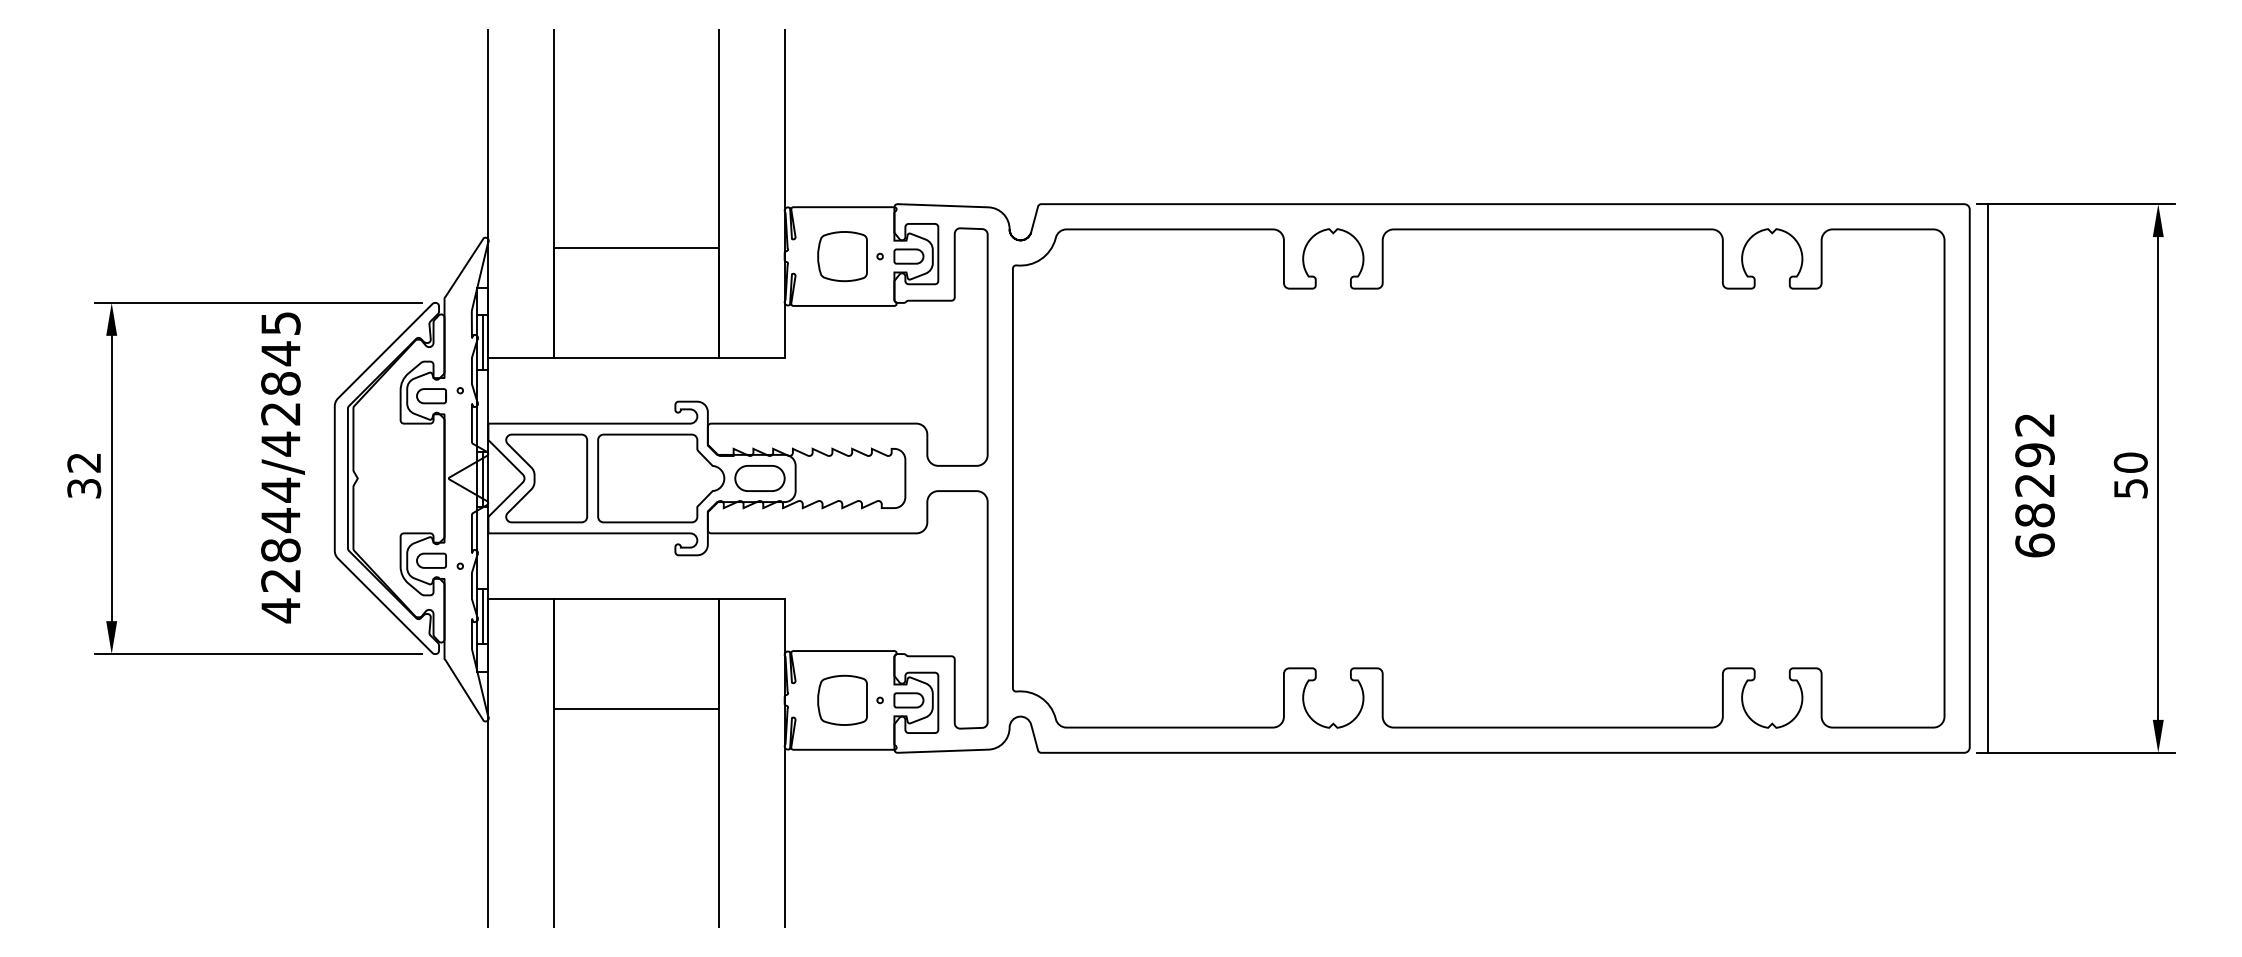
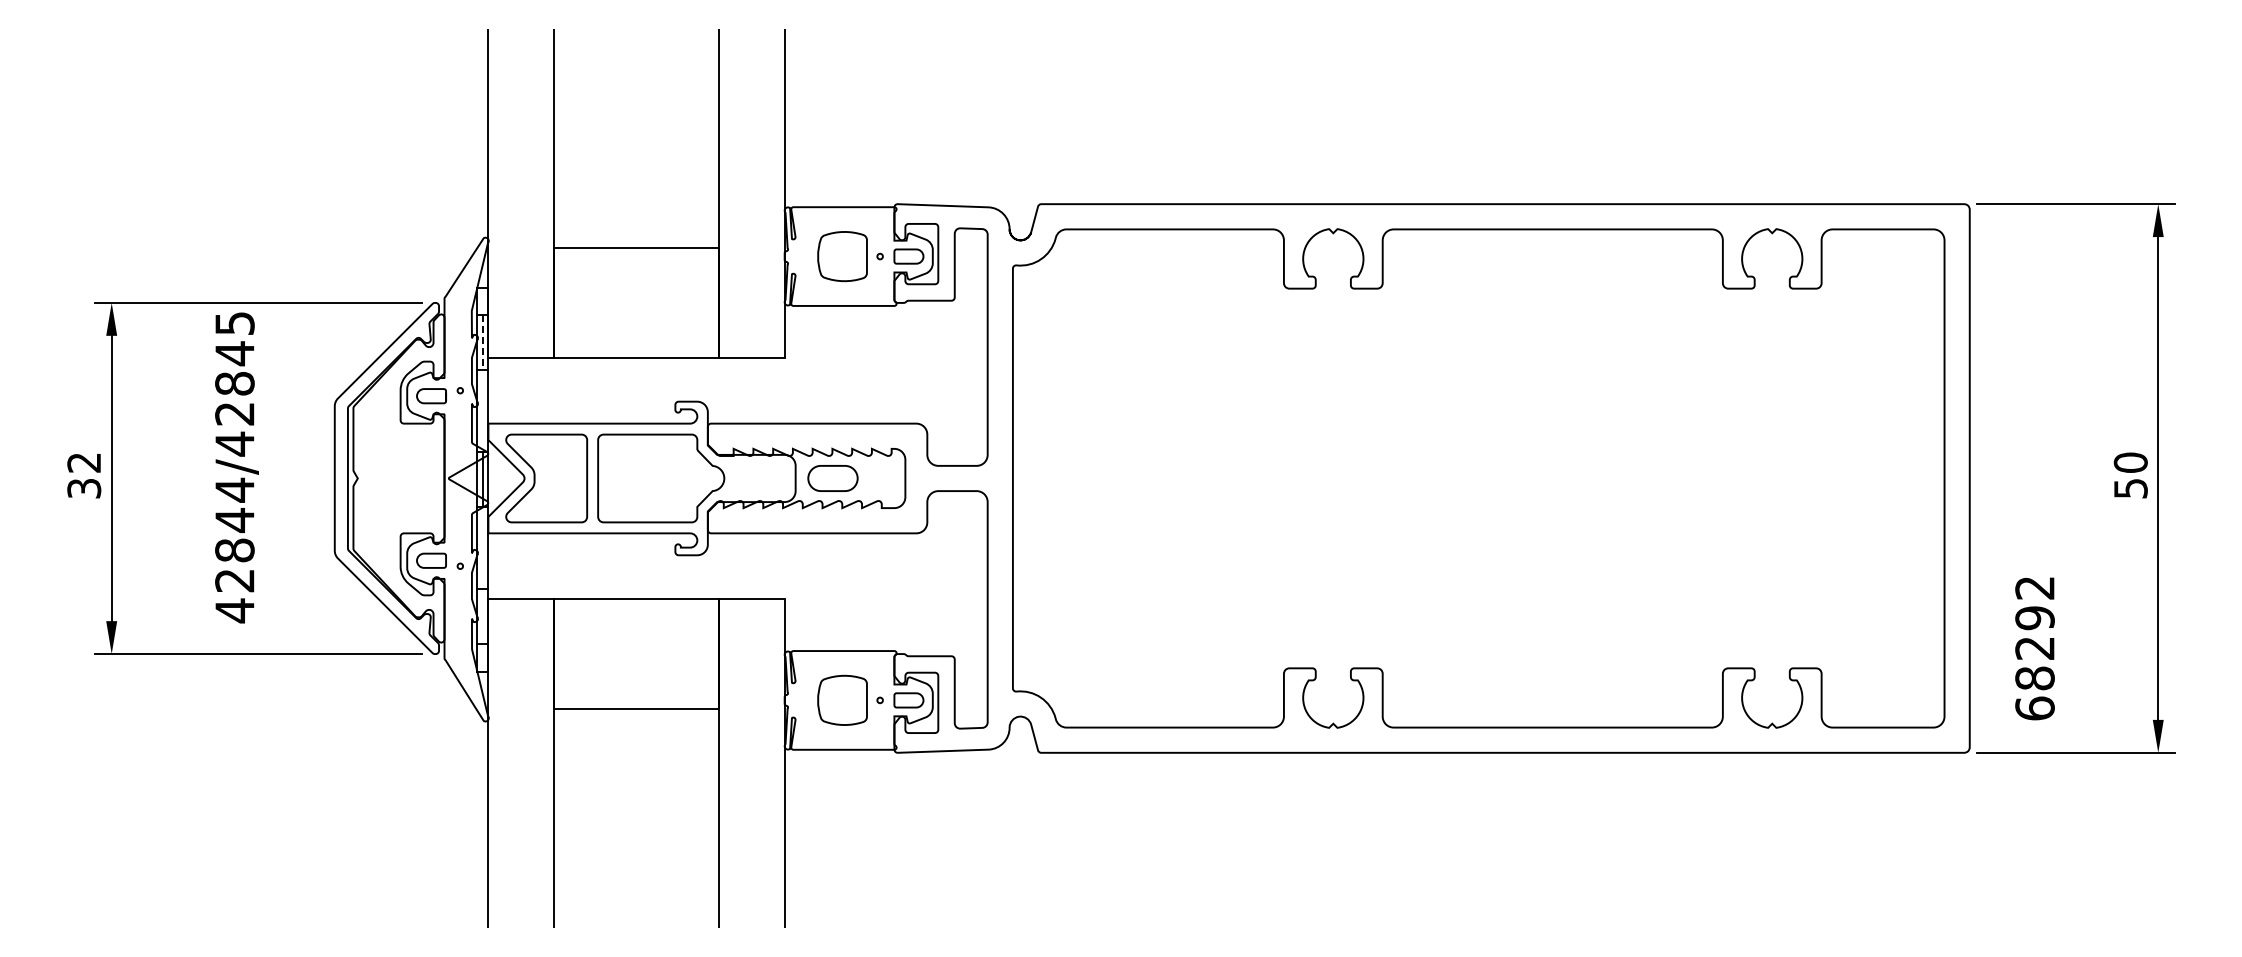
line at (482, 342): solid -> dashed
text at (282, 467) position: (282, 467) -> (236, 467)
part at (759, 478) position: (759, 478) -> (832, 478)
line at (1988, 478): present -> none
text at (2034, 485) position: (2034, 485) -> (2034, 648)
line at (482, 616): present -> none
